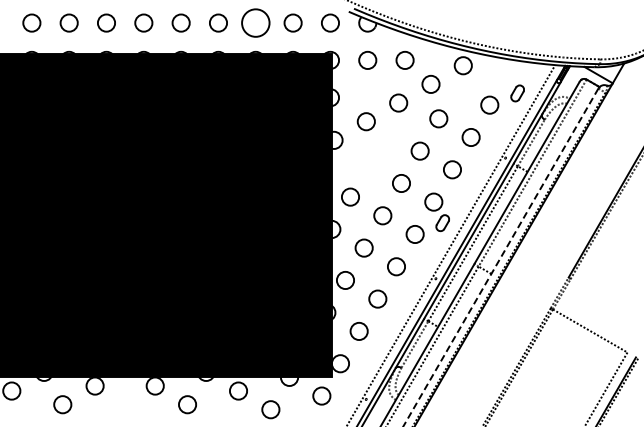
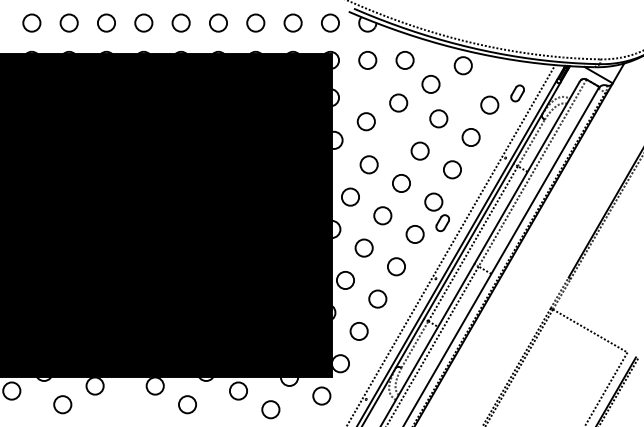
circle at (255, 22) diameter: 27 px -> 17 px
circle at (368, 164): none -> present
line at (500, 258): dashed -> solid
